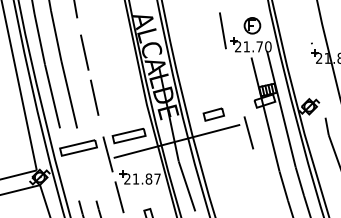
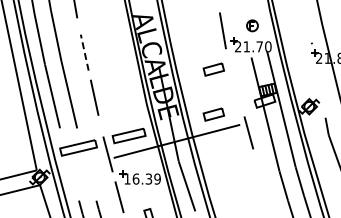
part at (252, 25) size: 19x18 px -> 13x14 px
line at (84, 52): solid -> dashed
part at (213, 69): none -> present
text at (142, 178): 21.87 -> 16.39
